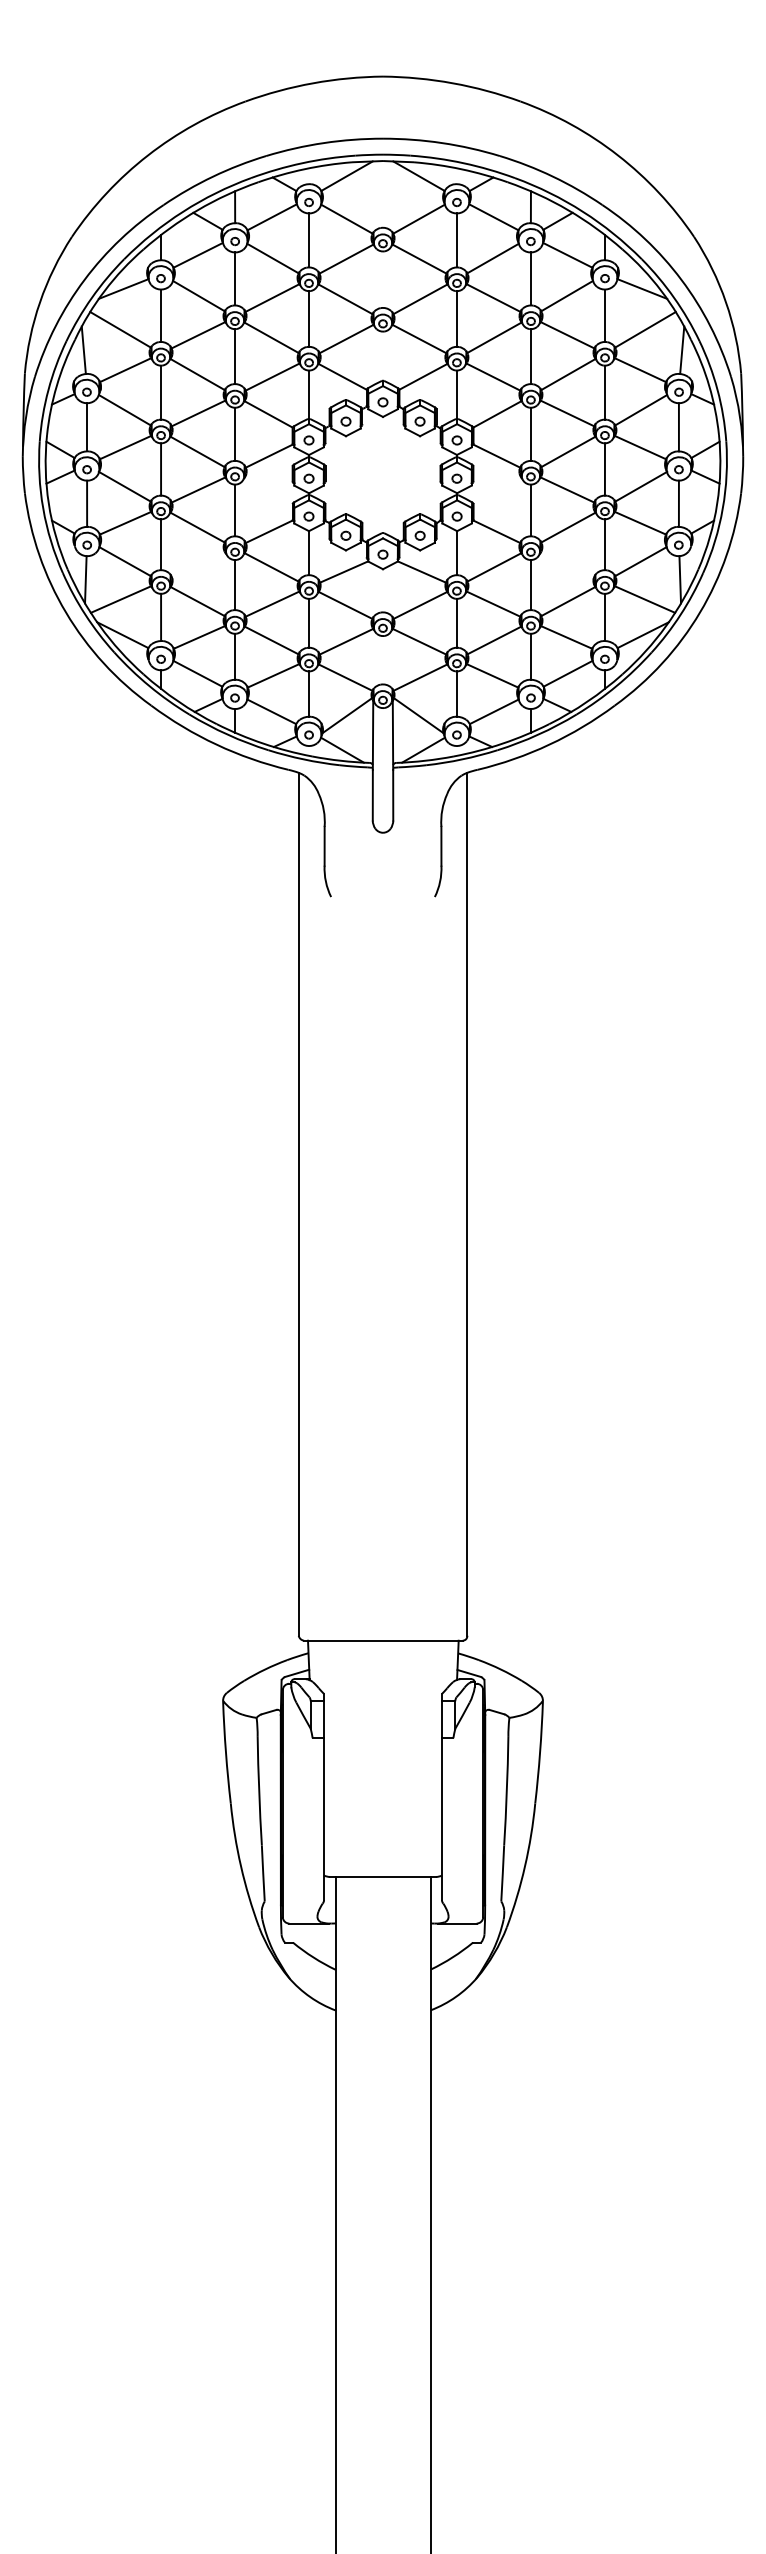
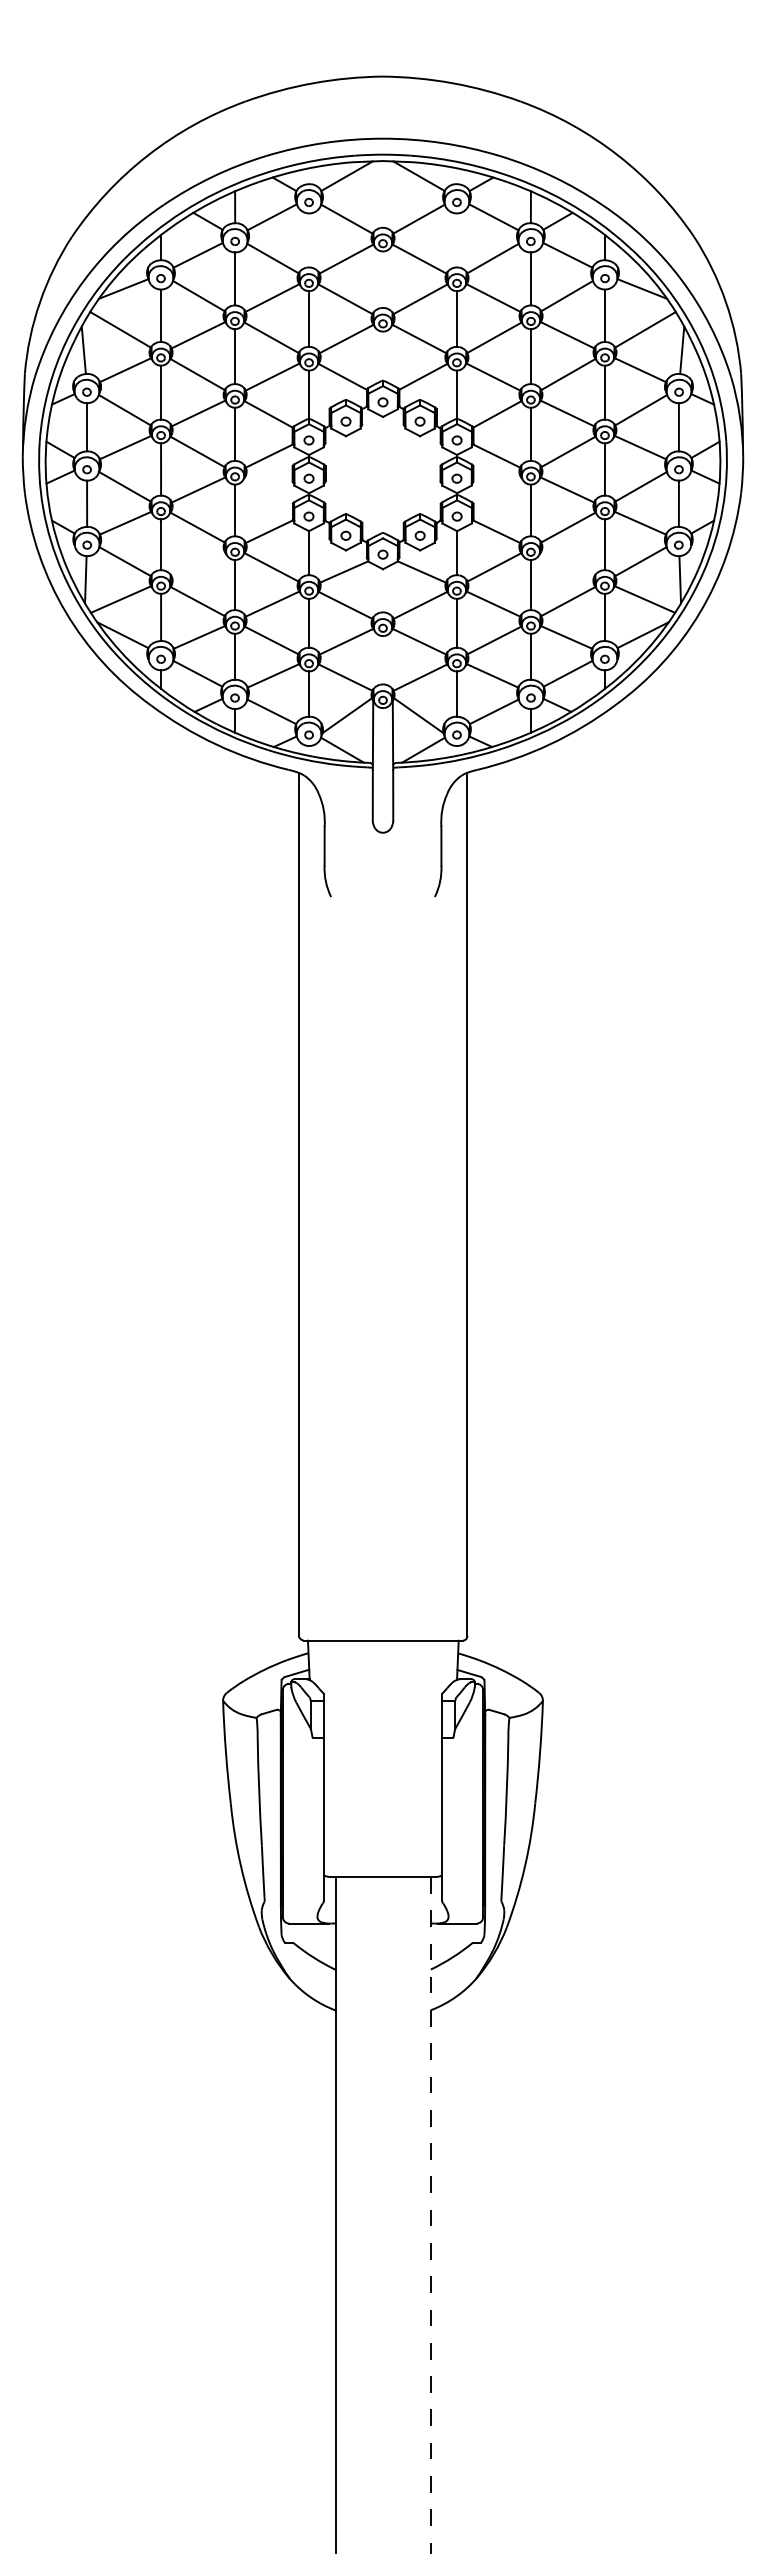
line at (309, 240): present -> none
line at (457, 240): present -> none
line at (430, 2215): solid -> dashed
